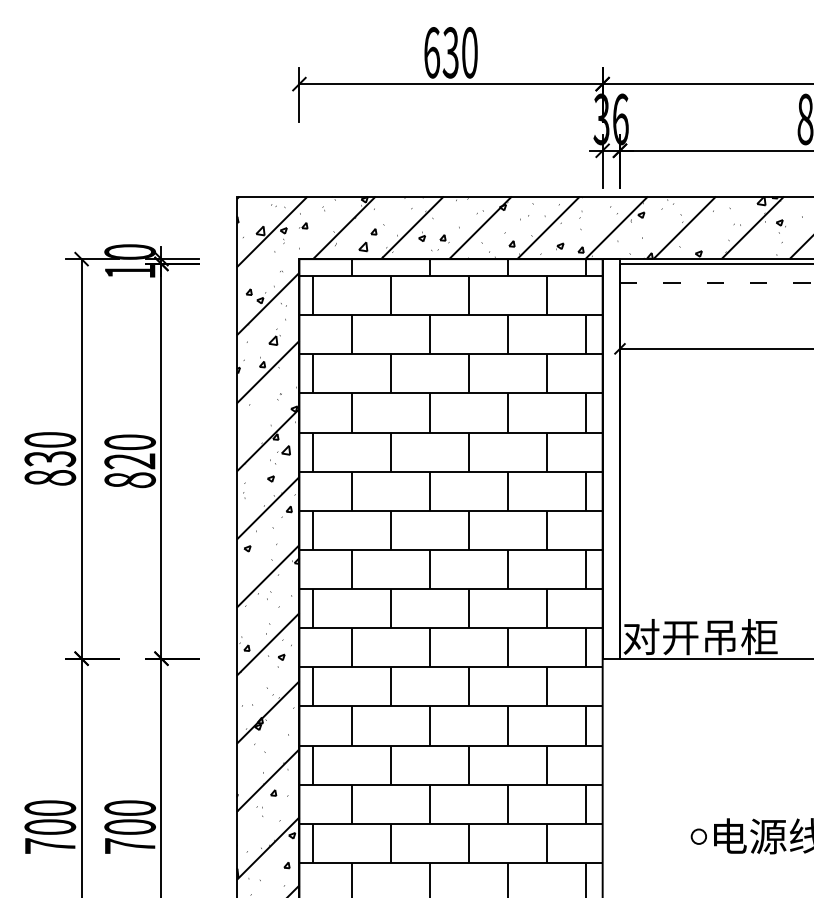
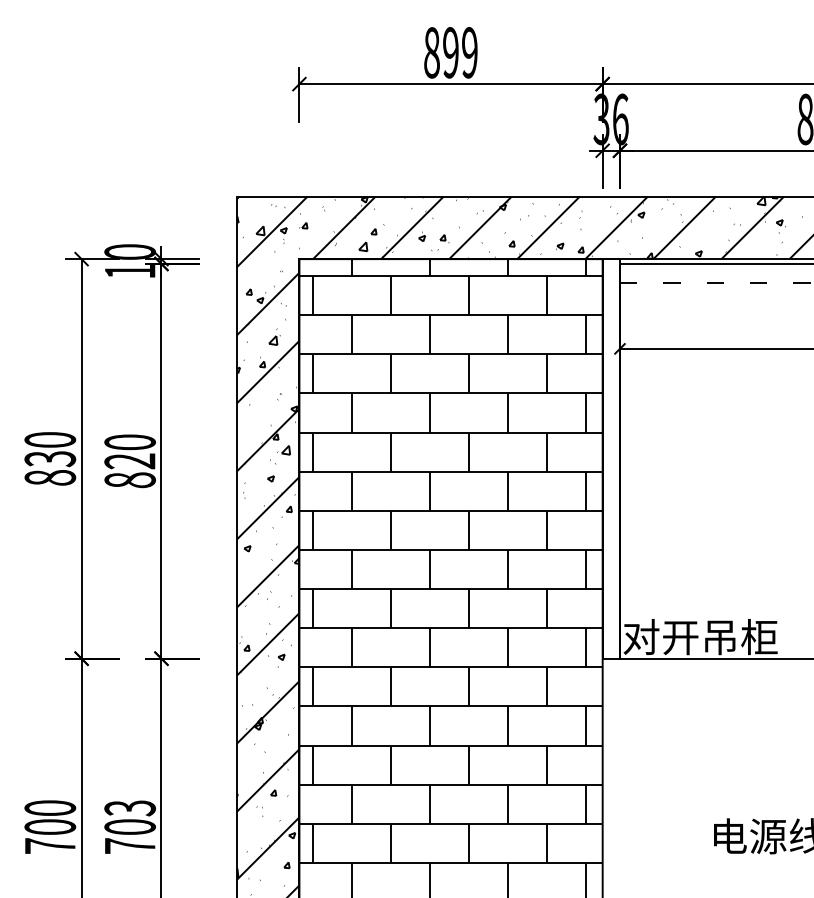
text at (450, 52): 630 -> 899
text at (129, 808): 700 -> 703
circle at (698, 836): present -> none
